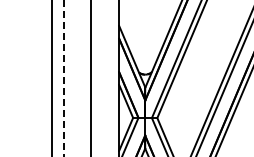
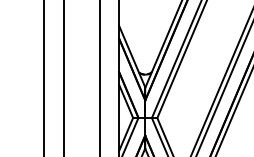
line at (51, 77) position: (51, 77) -> (43, 77)
line at (91, 77) position: (91, 77) -> (100, 77)
line at (64, 78): dashed -> solid
